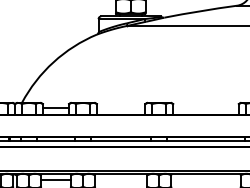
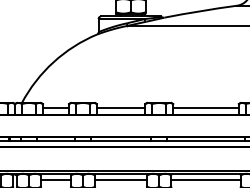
line at (120, 108): none -> present
line at (205, 108): none -> present
line at (121, 179): none -> present
line at (205, 179): none -> present
